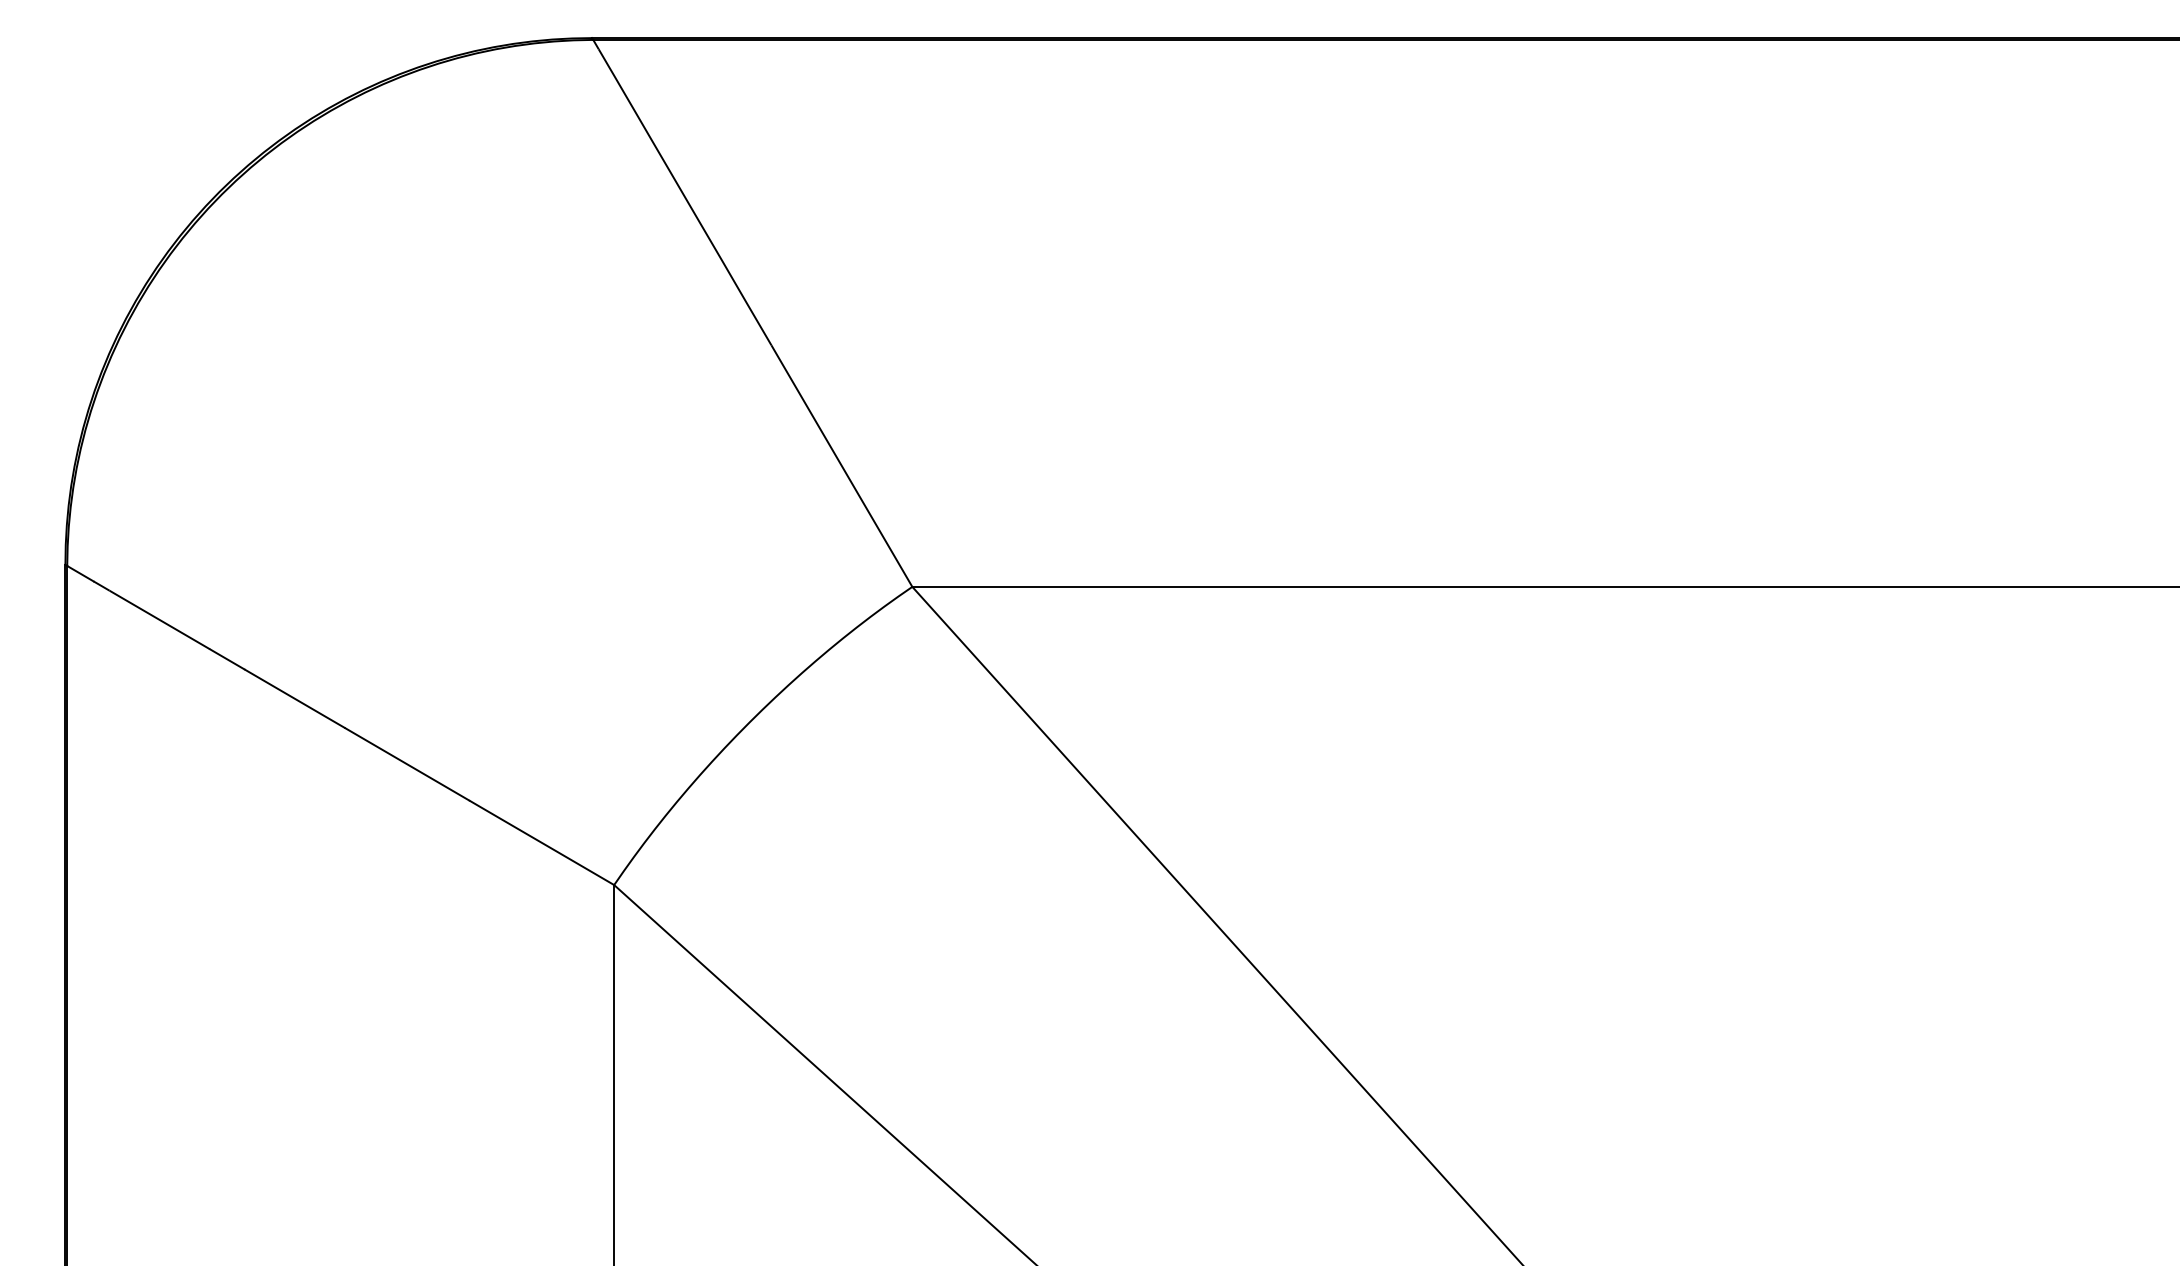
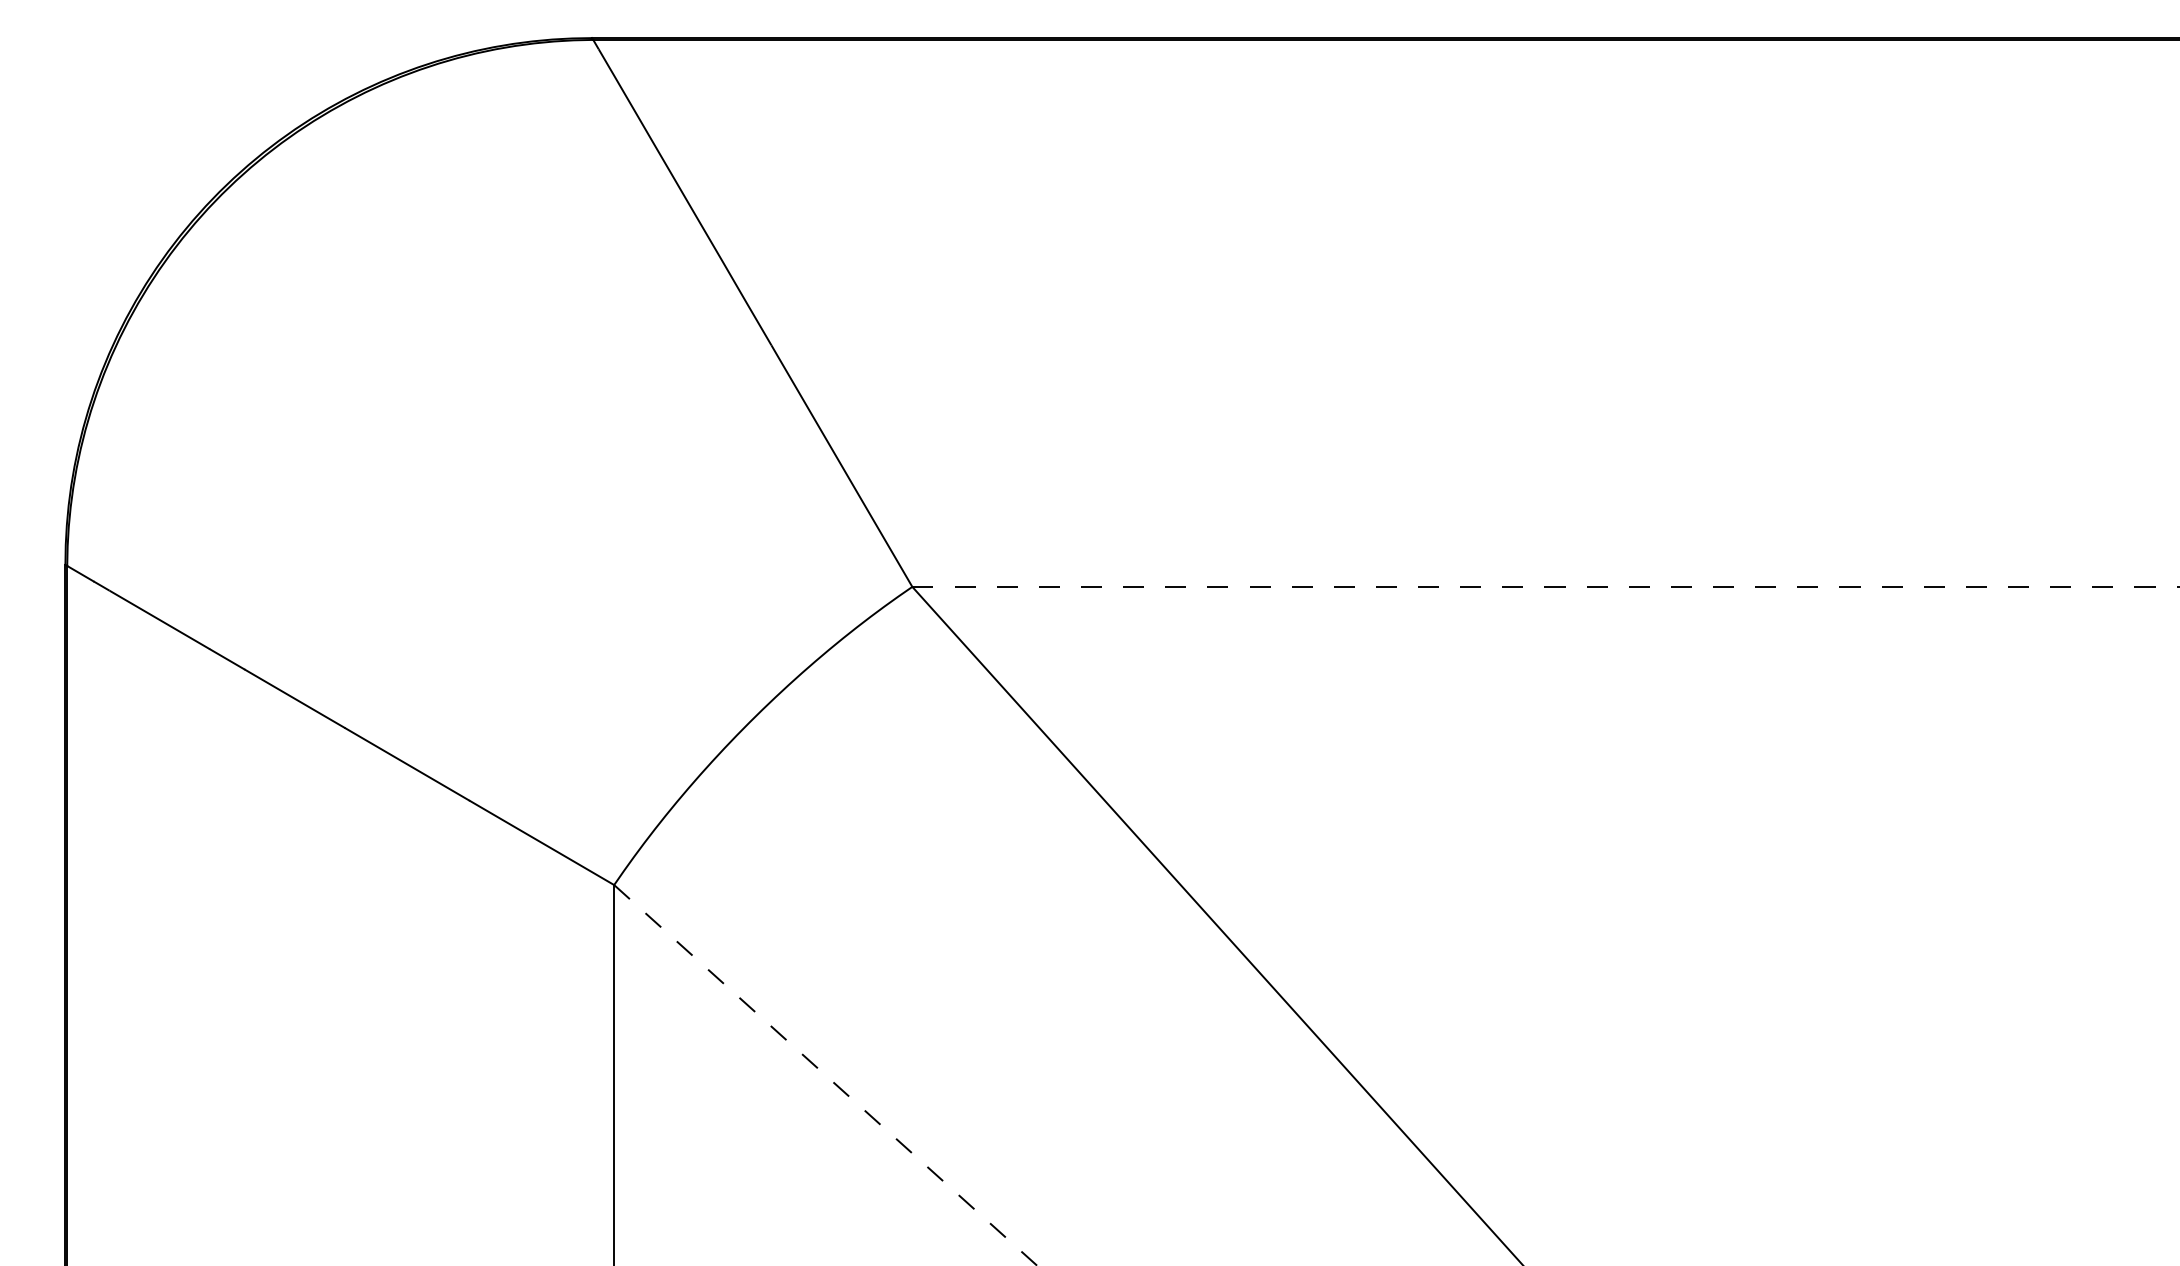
line at (1546, 586): solid -> dashed
line at (825, 1075): solid -> dashed
